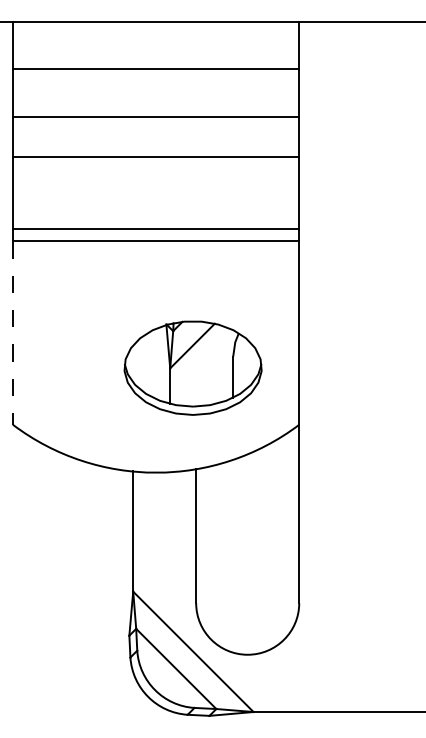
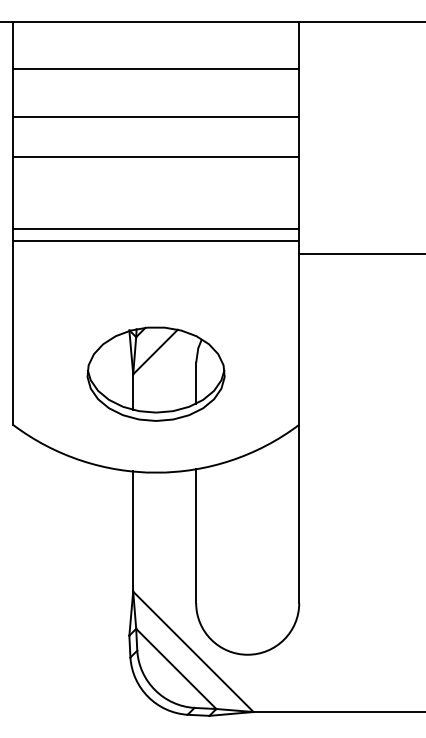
line at (360, 253): none -> present
line at (12, 333): dashed -> solid
part at (192, 367) position: (192, 367) -> (155, 373)
